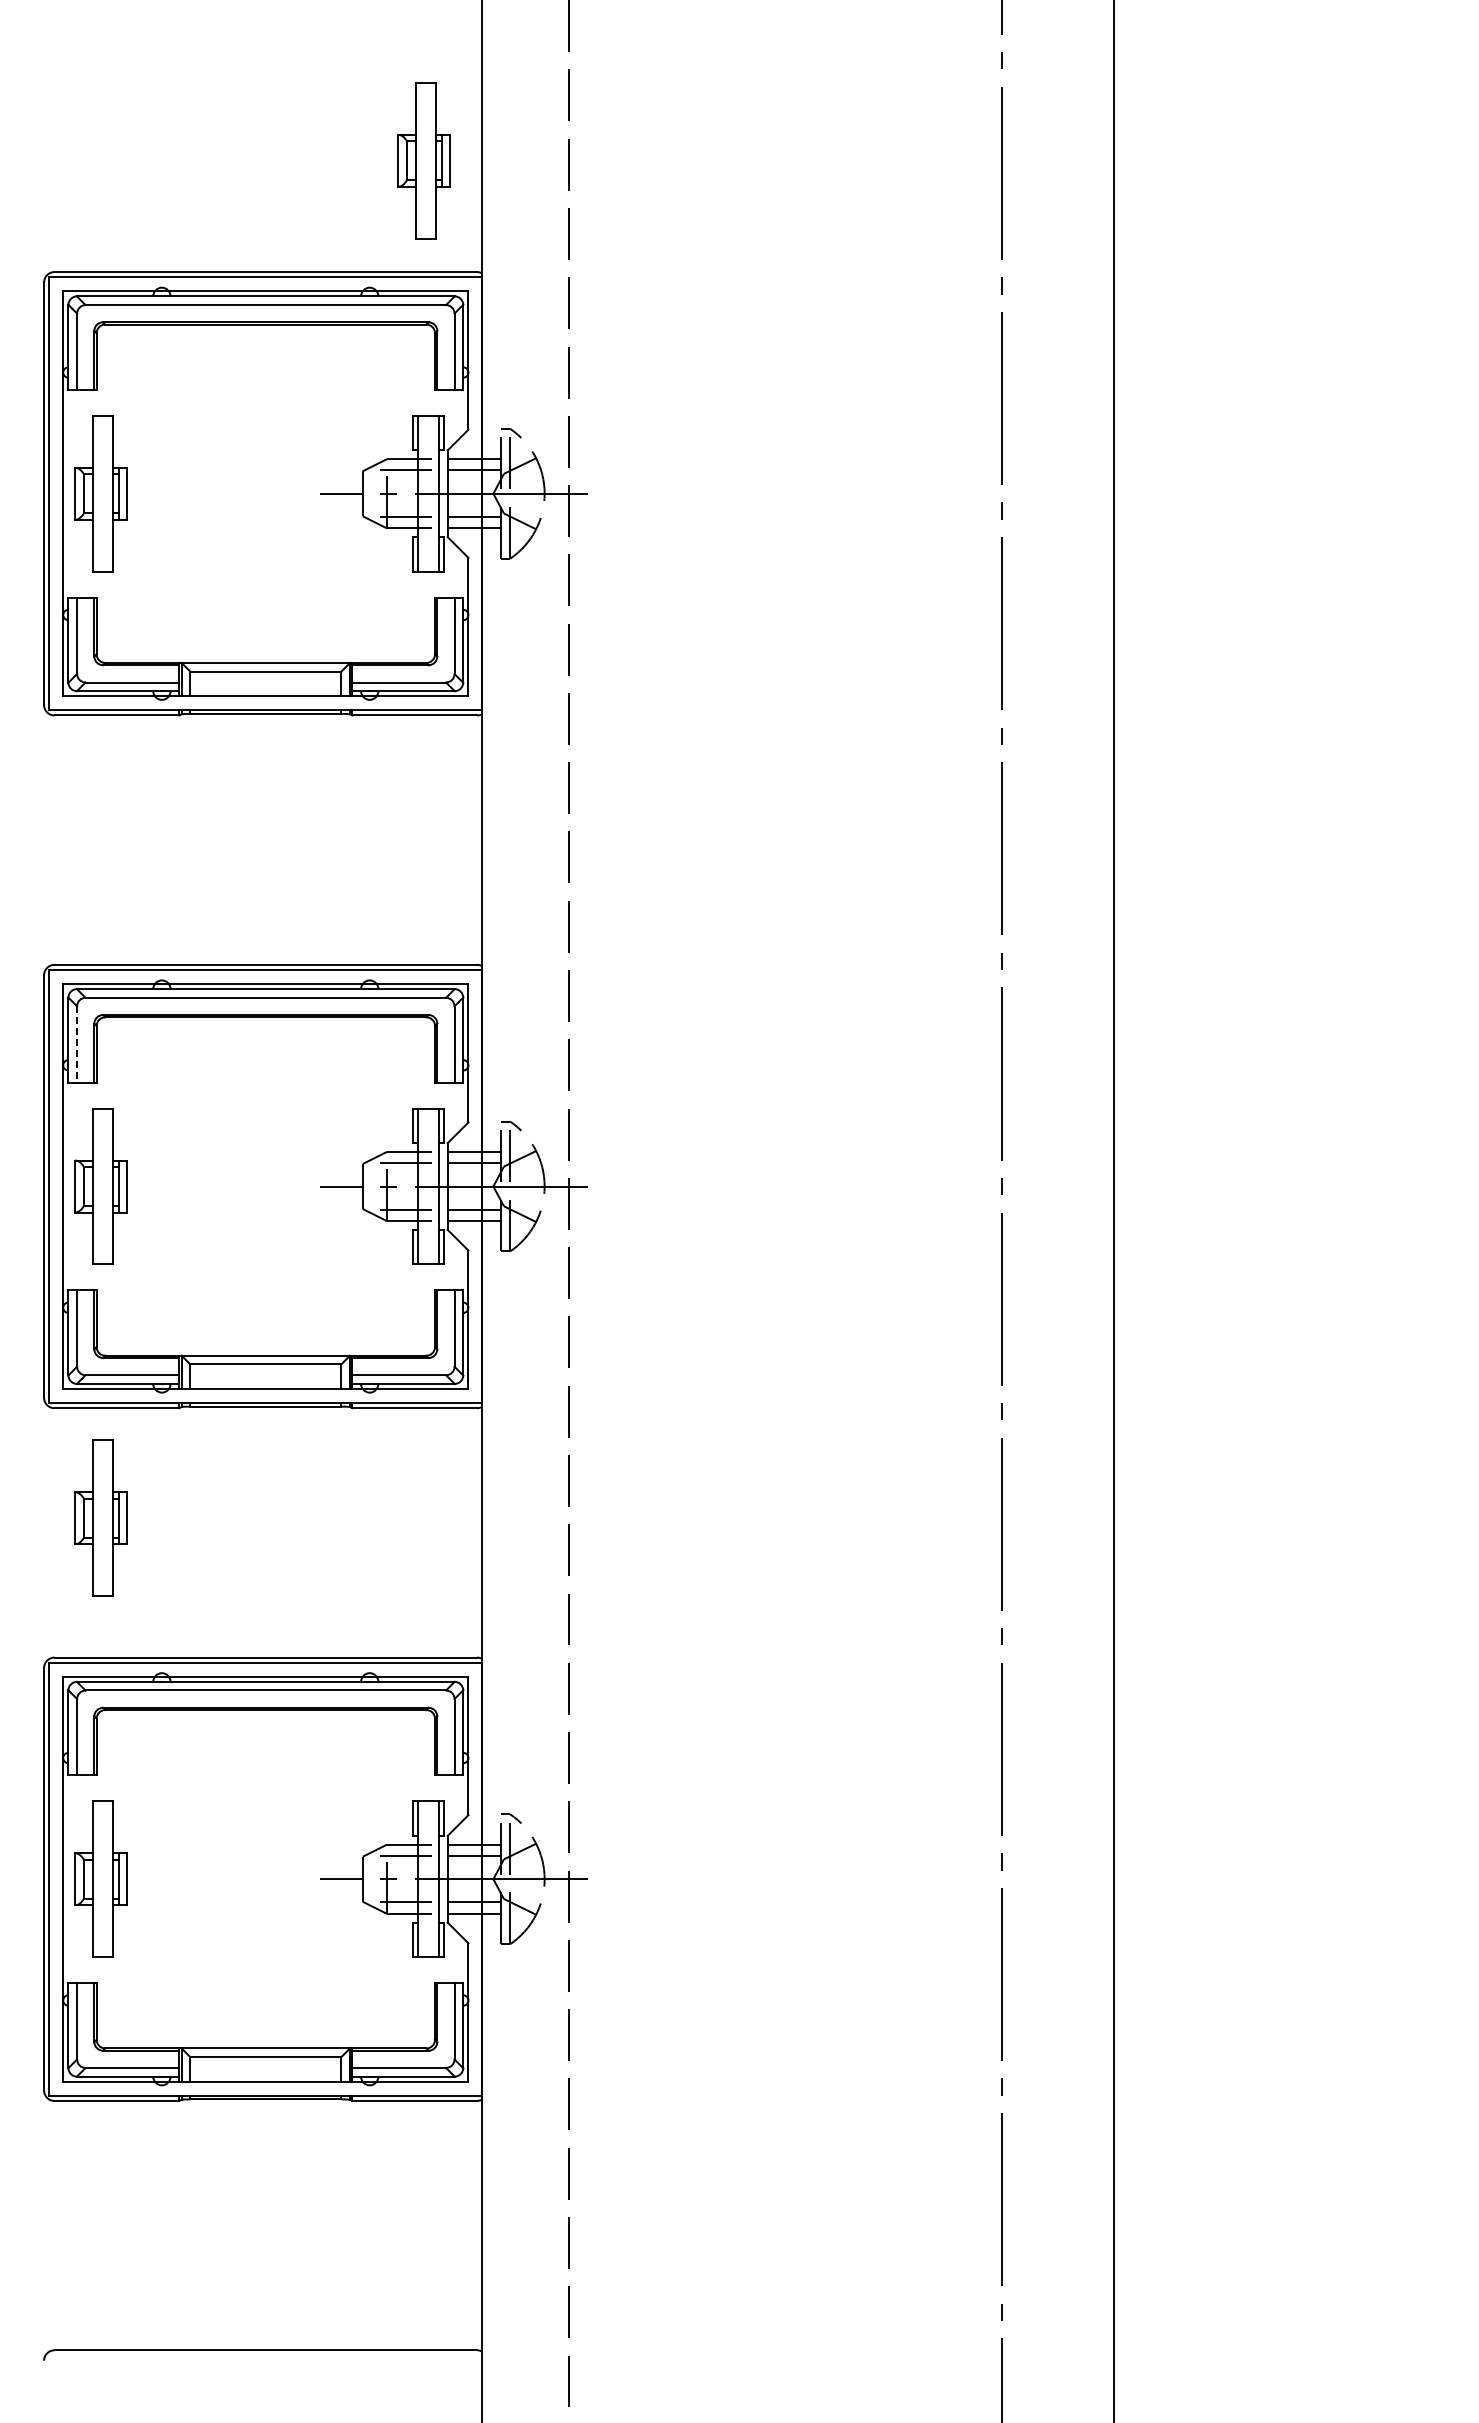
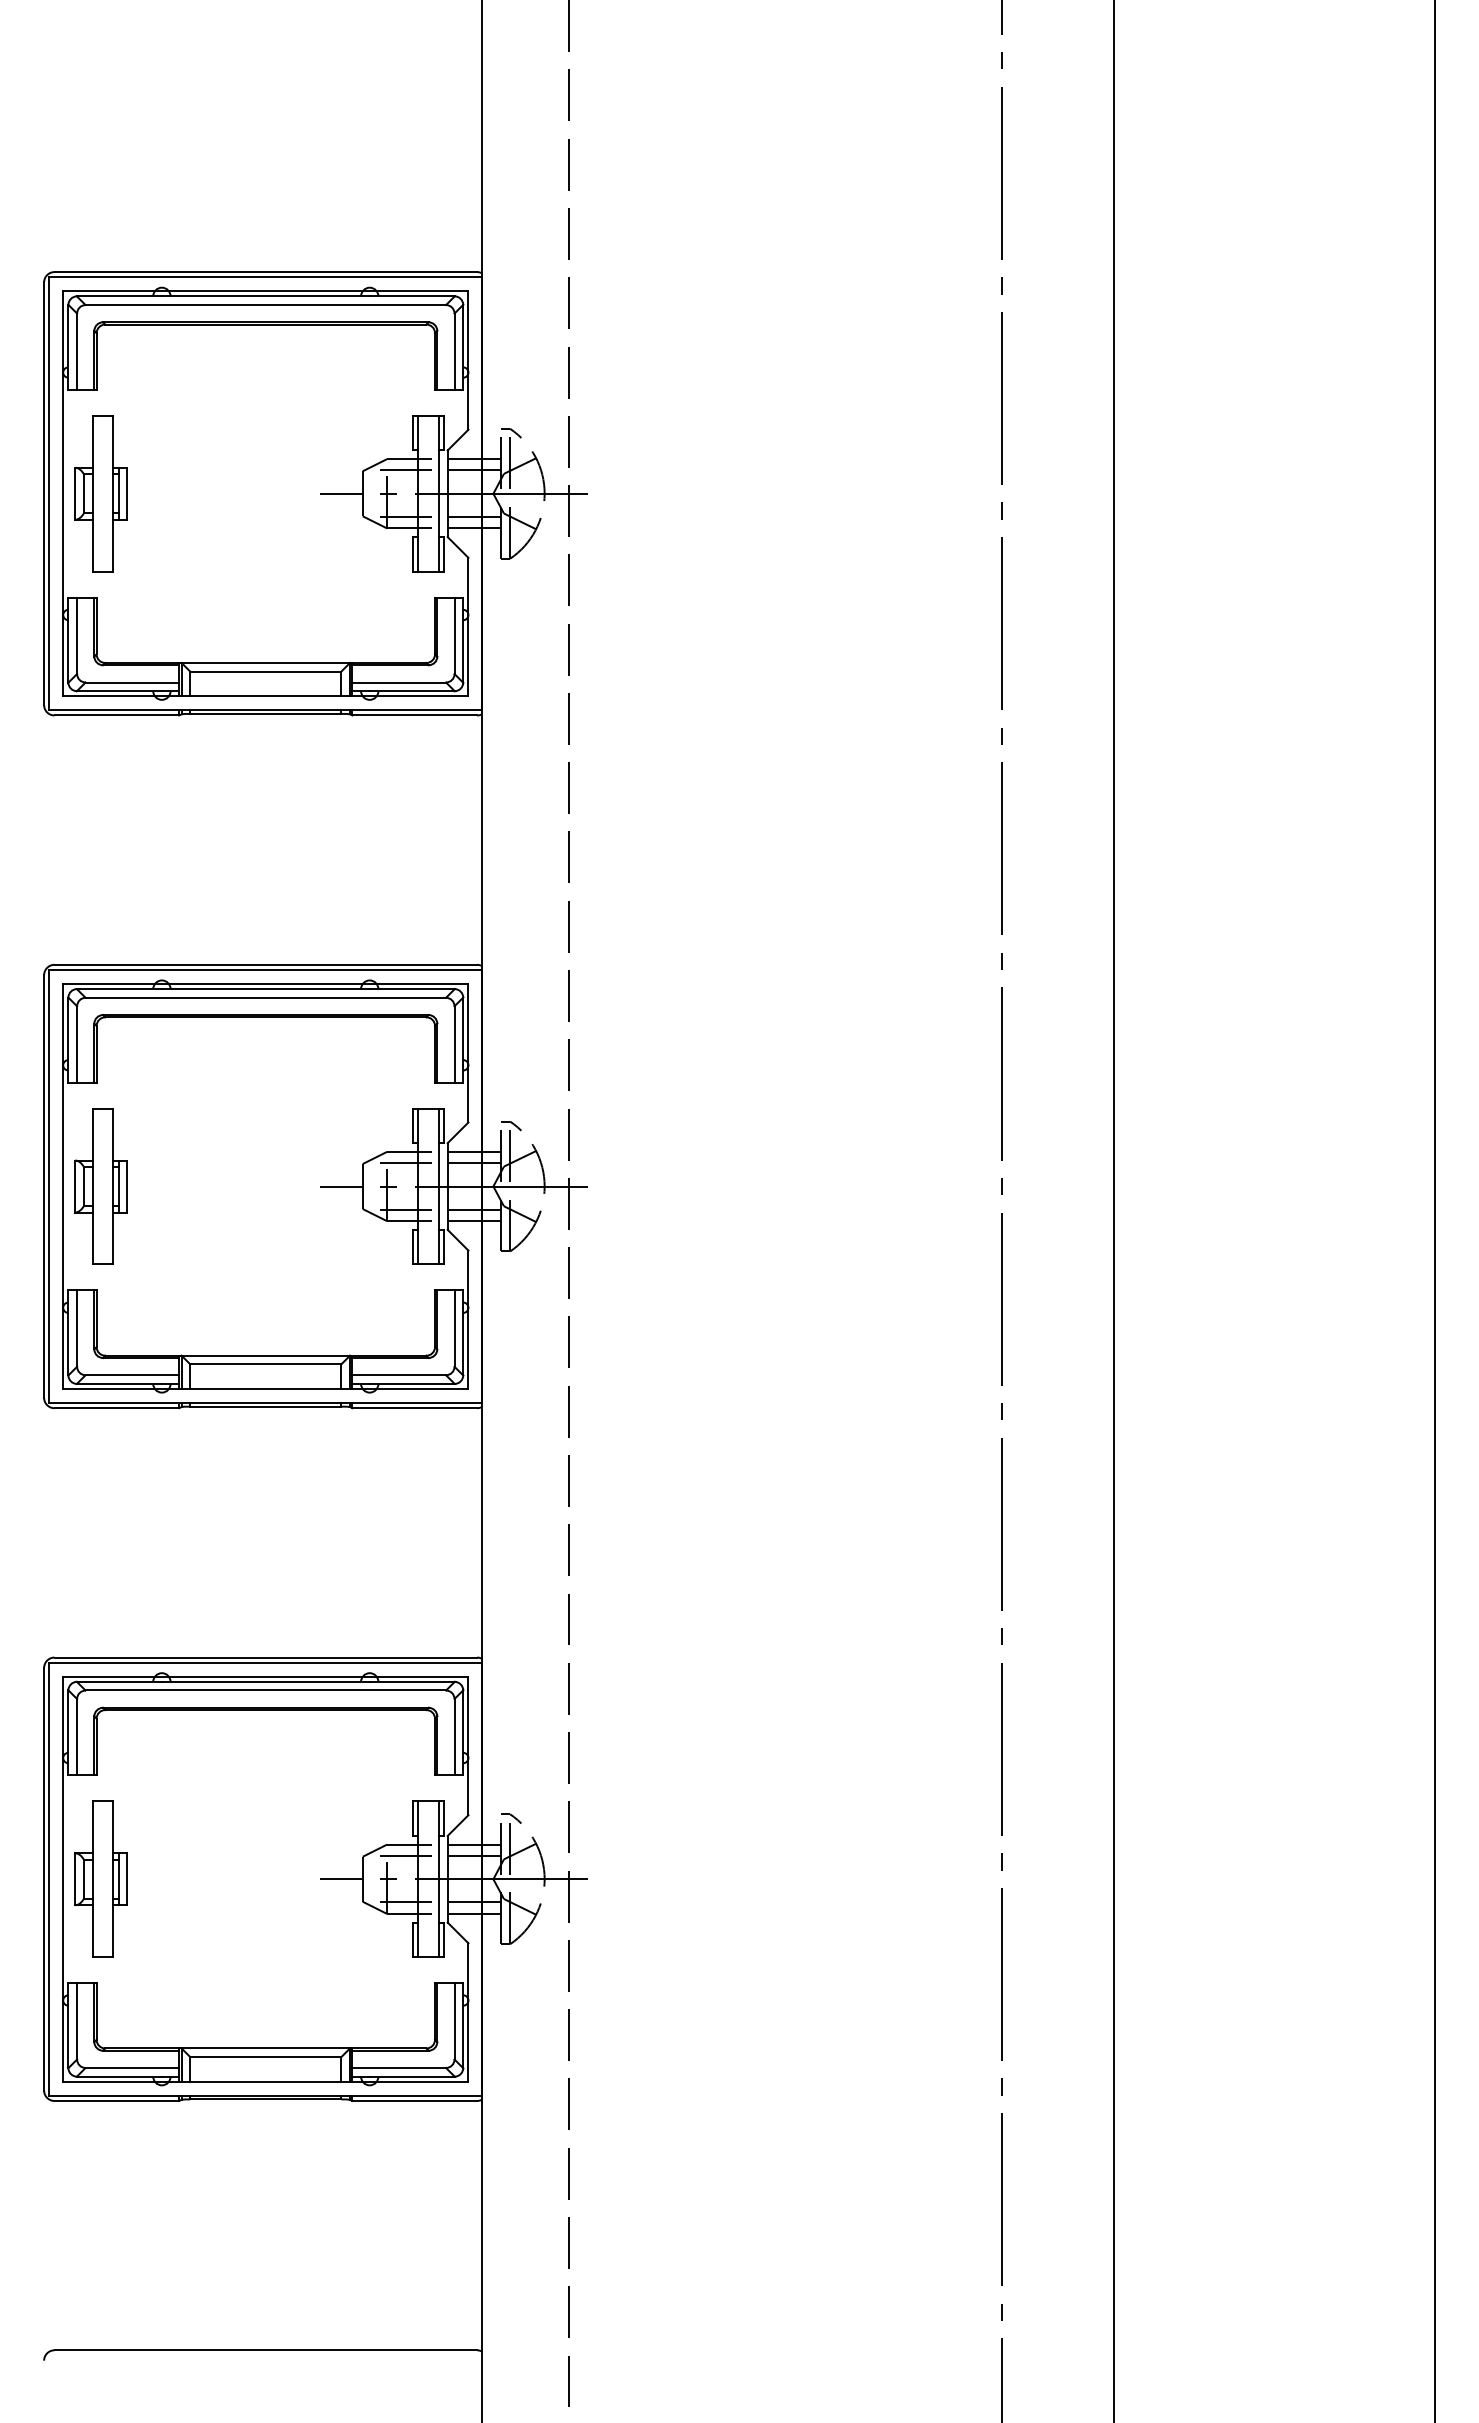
part at (423, 160): present -> none
line at (77, 1044): dashed -> solid
line at (1434, 1210): none -> present
part at (100, 1517): present -> none
